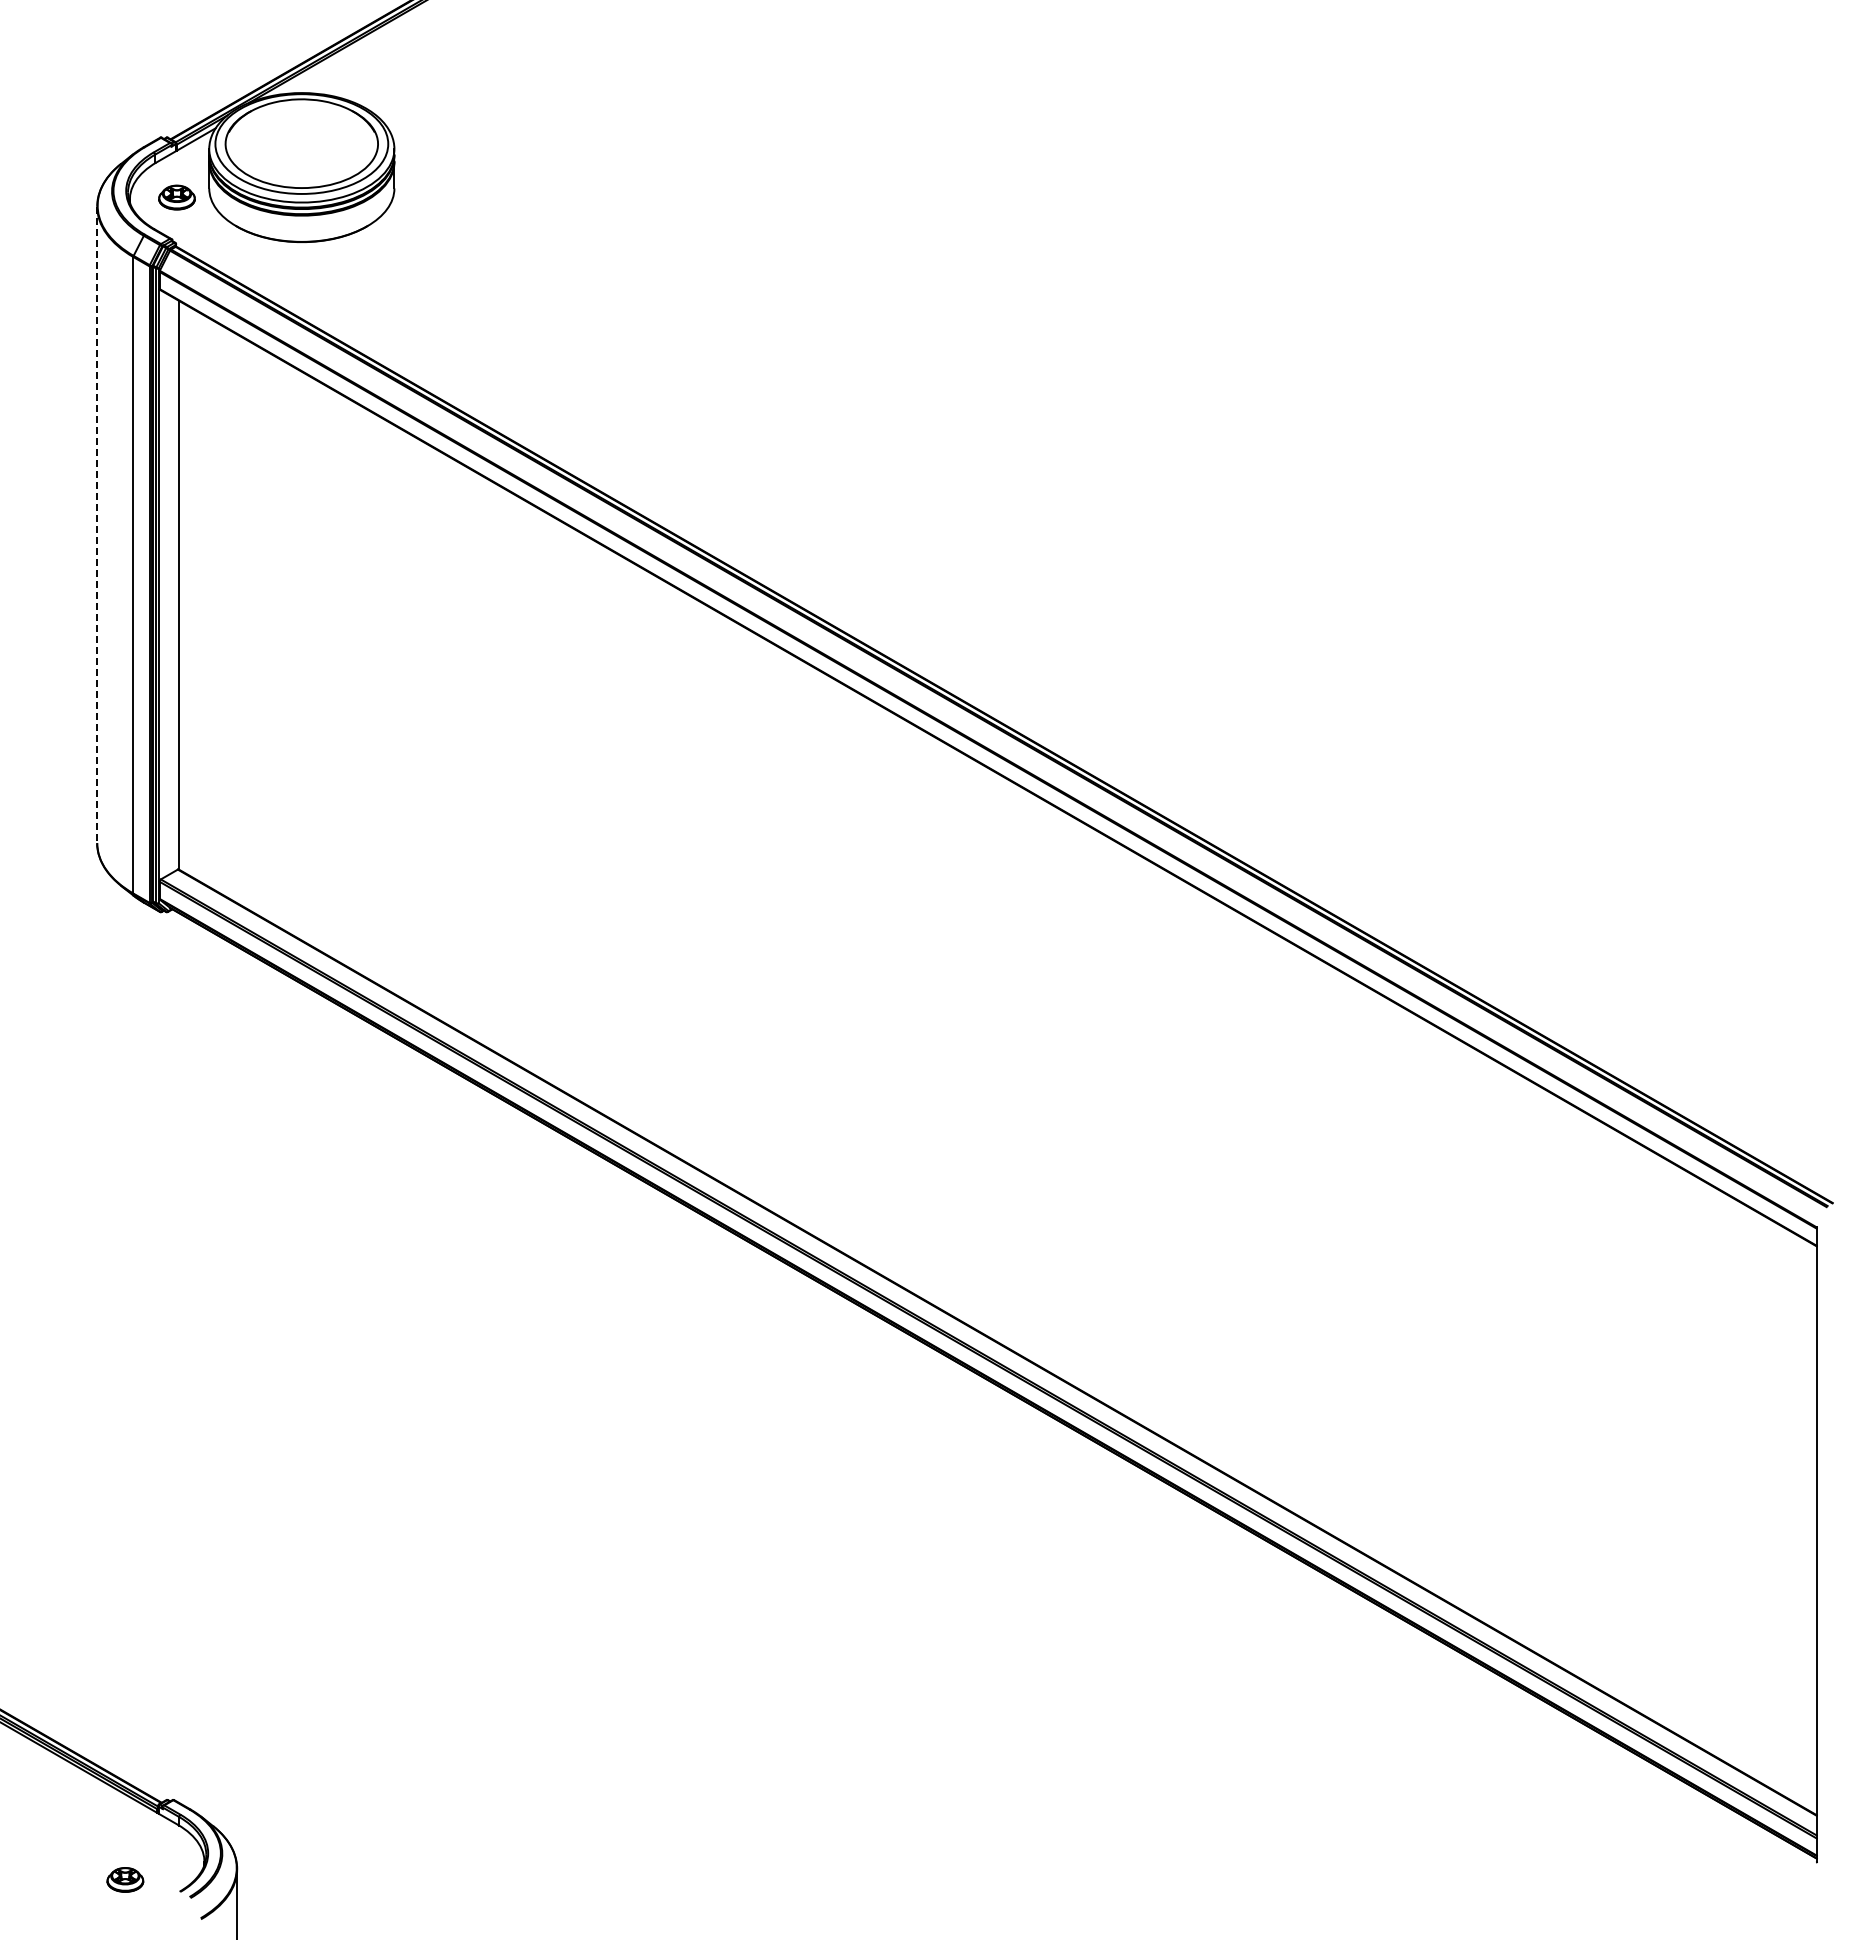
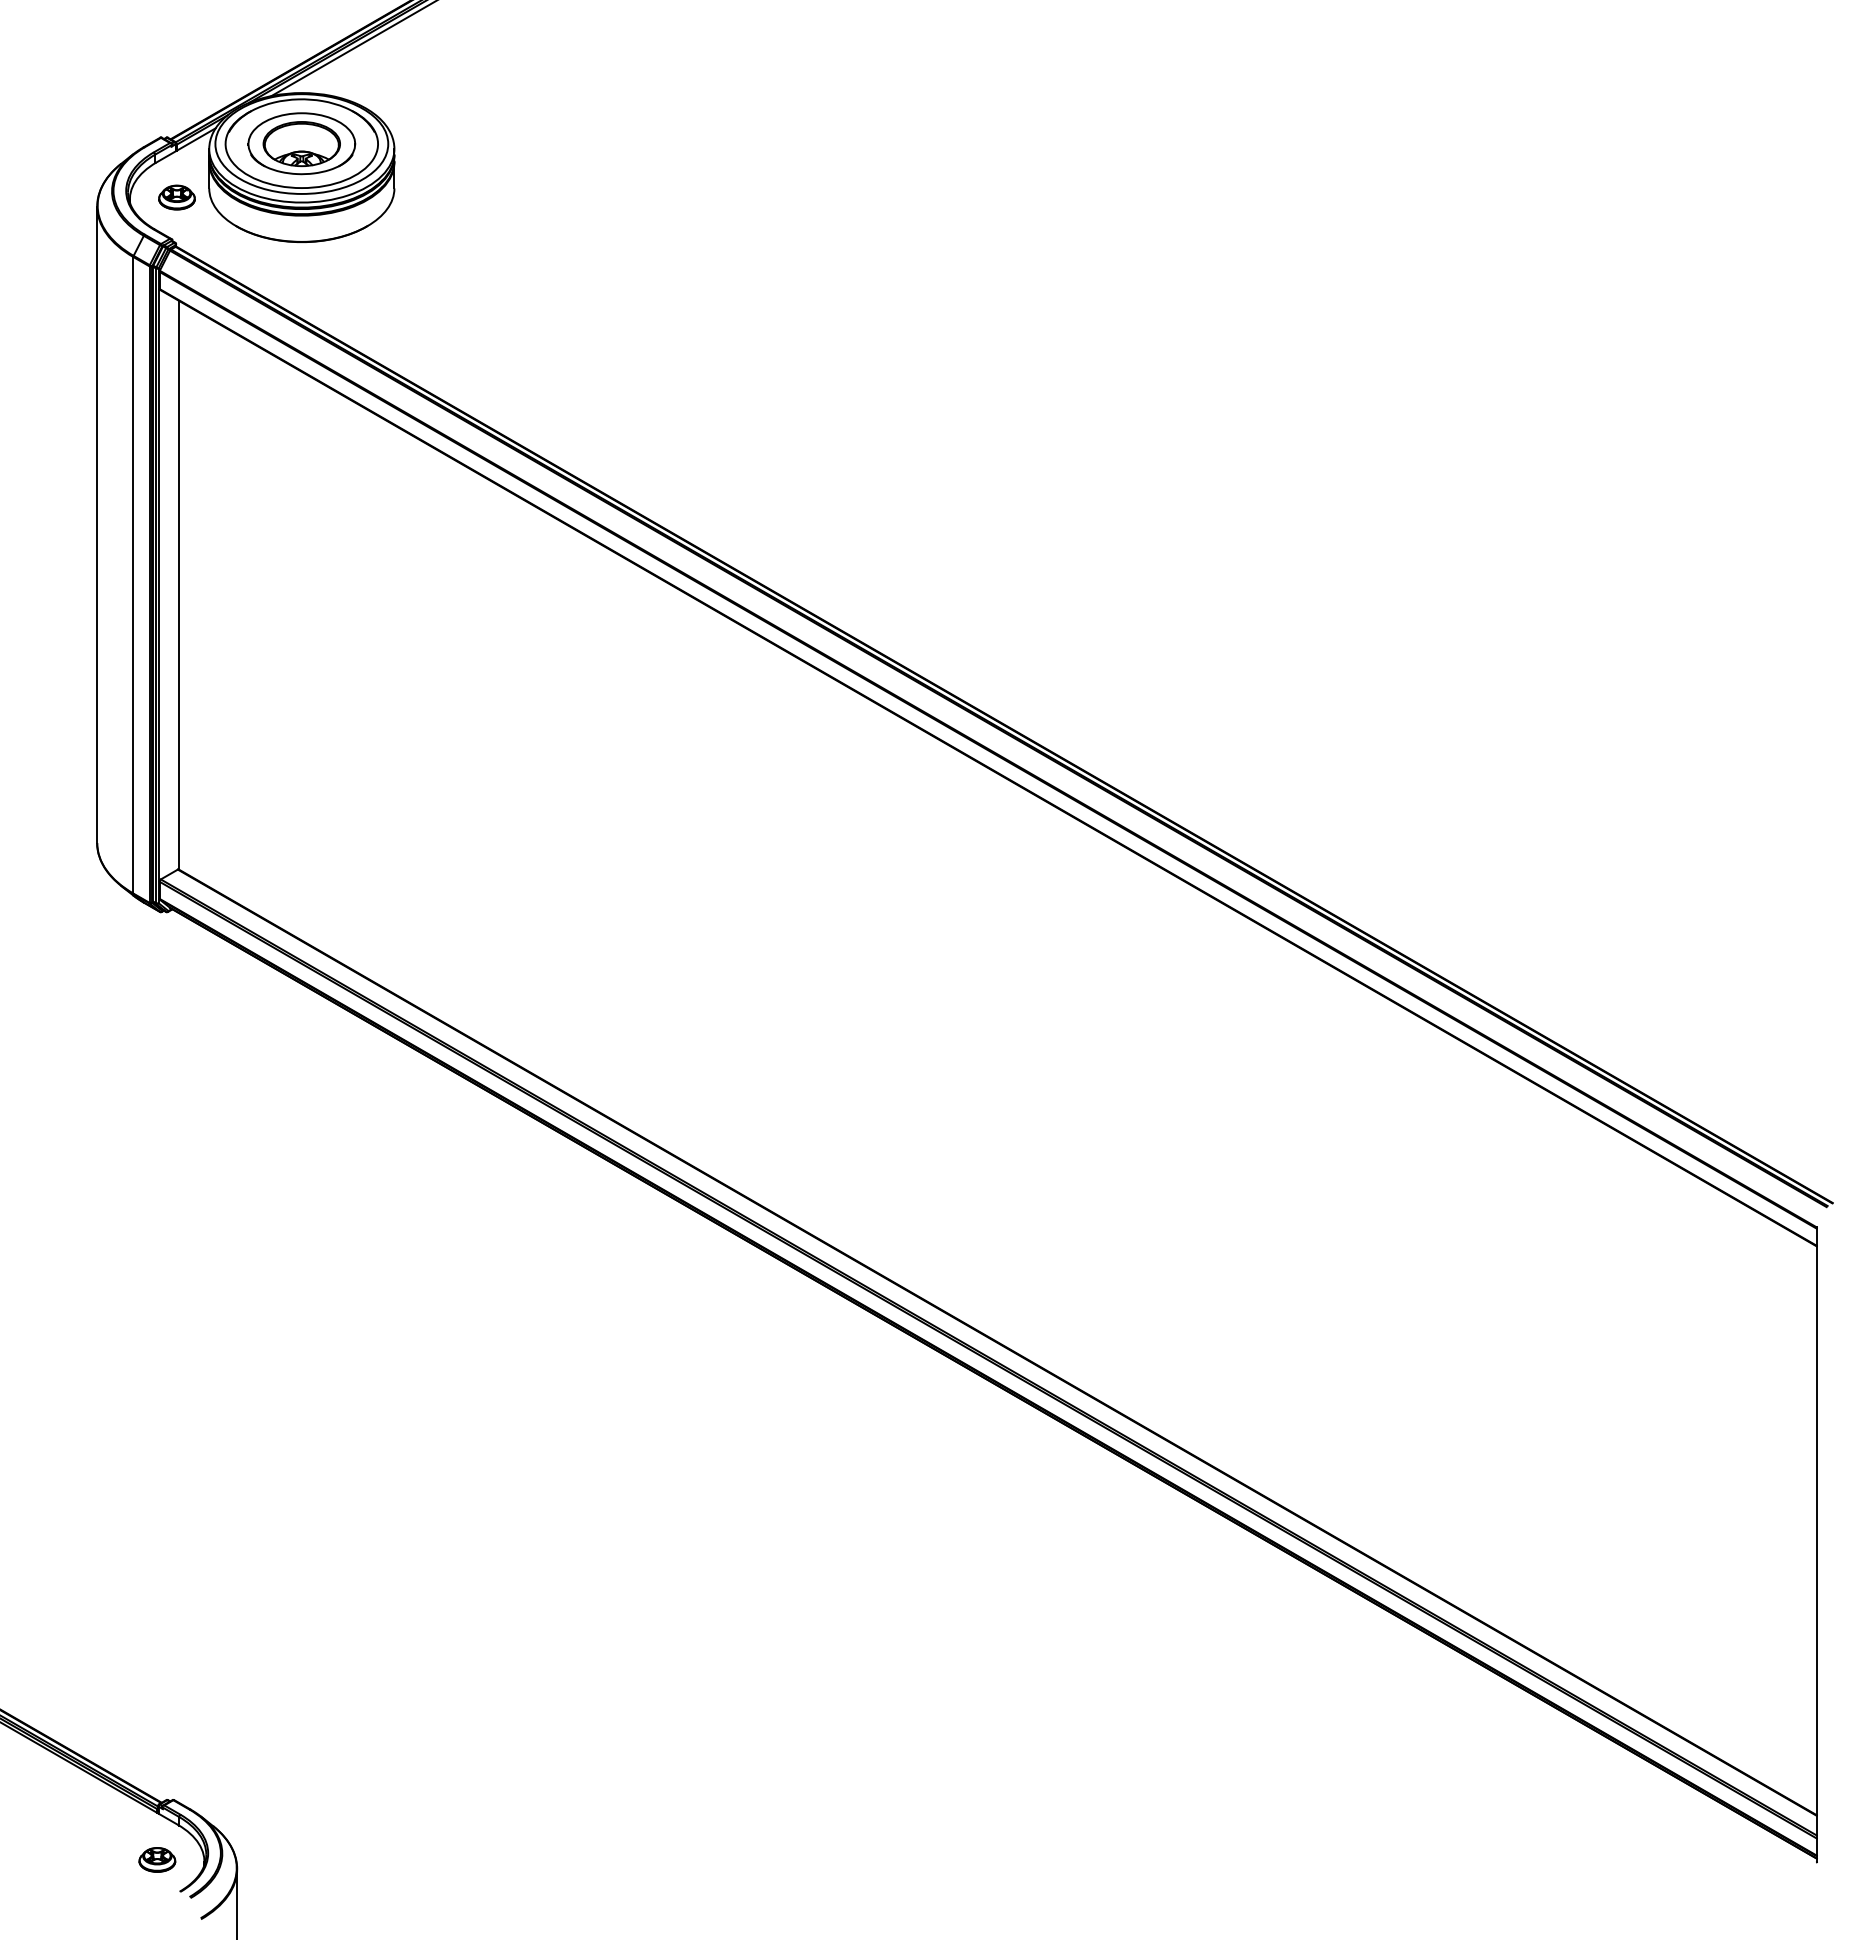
line at (352, 49): none -> present
part at (301, 143): none -> present
line at (97, 525): dashed -> solid
part at (125, 1879) position: (125, 1879) -> (157, 1859)
